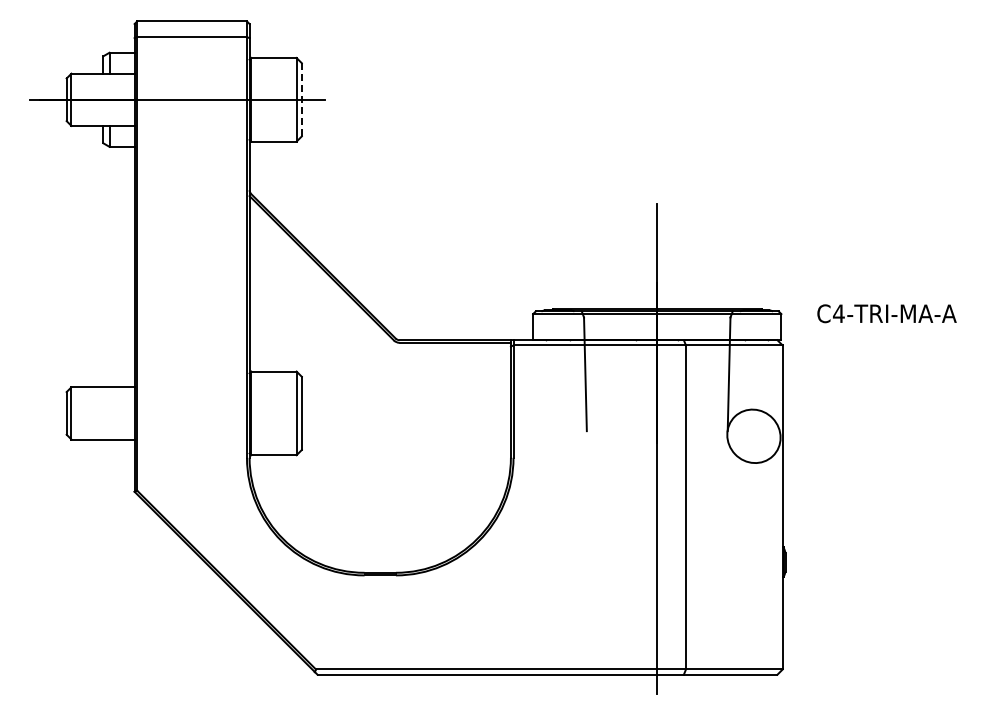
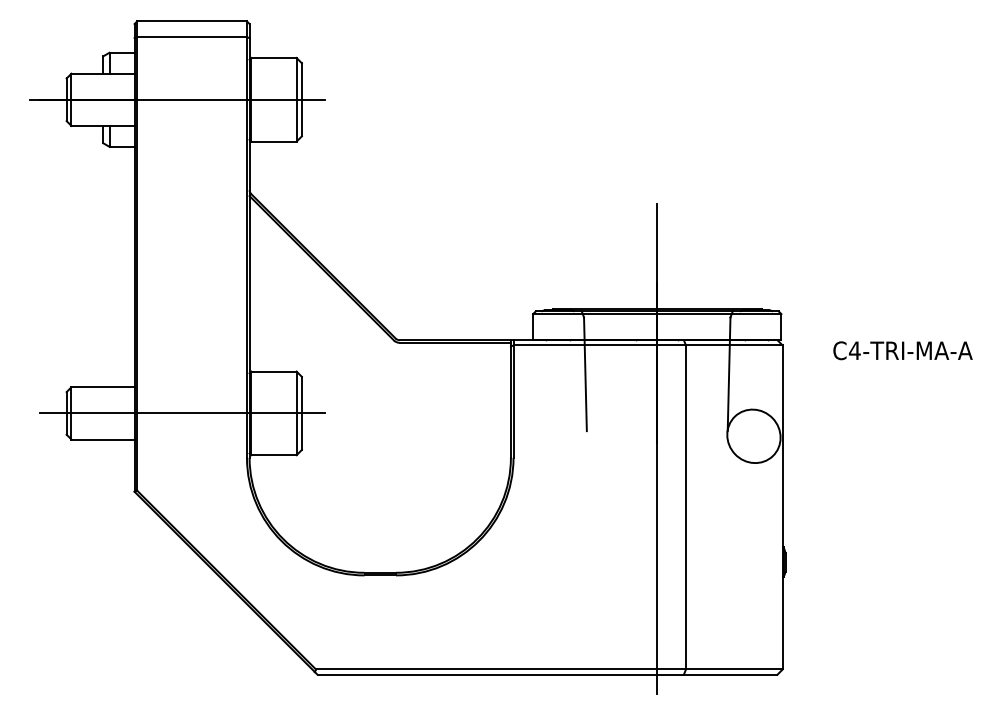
line at (301, 99): dashed -> solid
text at (886, 313) position: (886, 313) -> (902, 350)
line at (182, 413): none -> present
